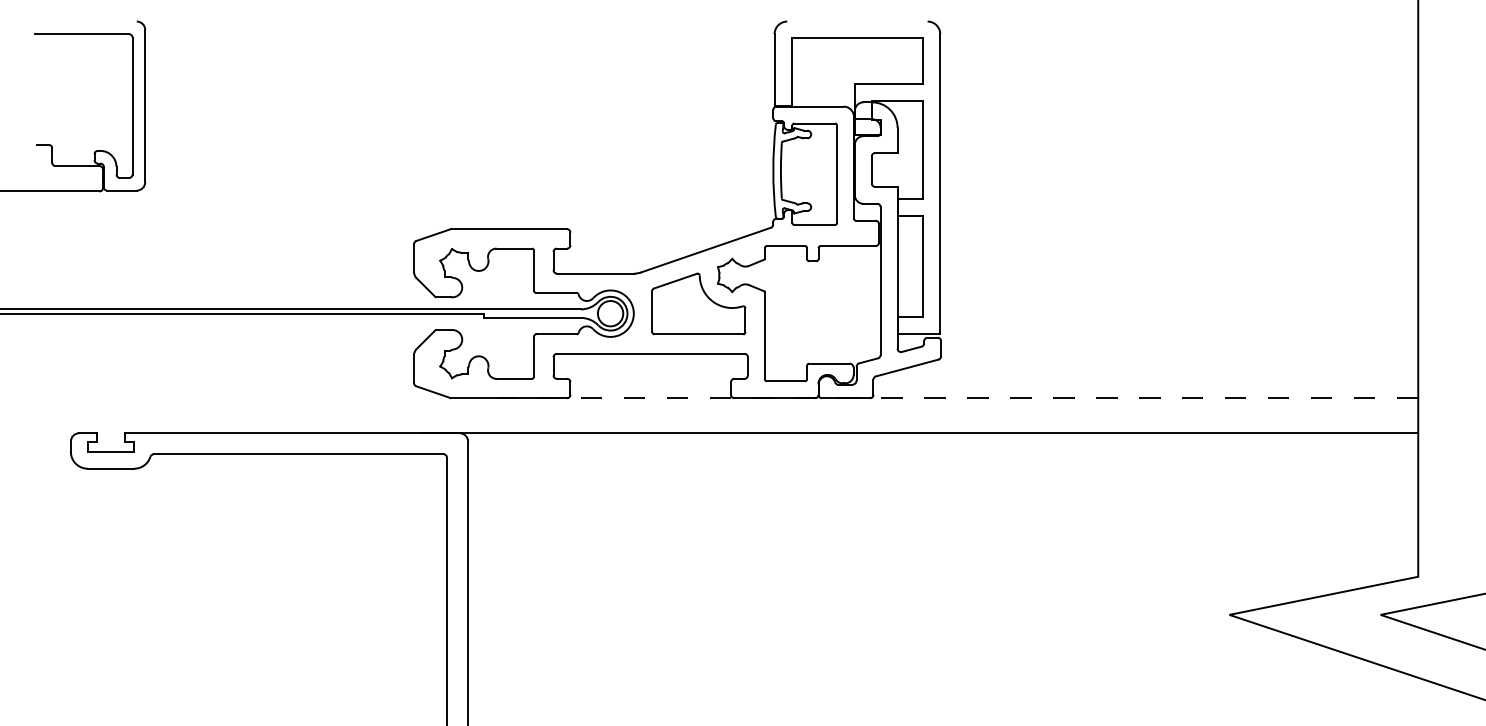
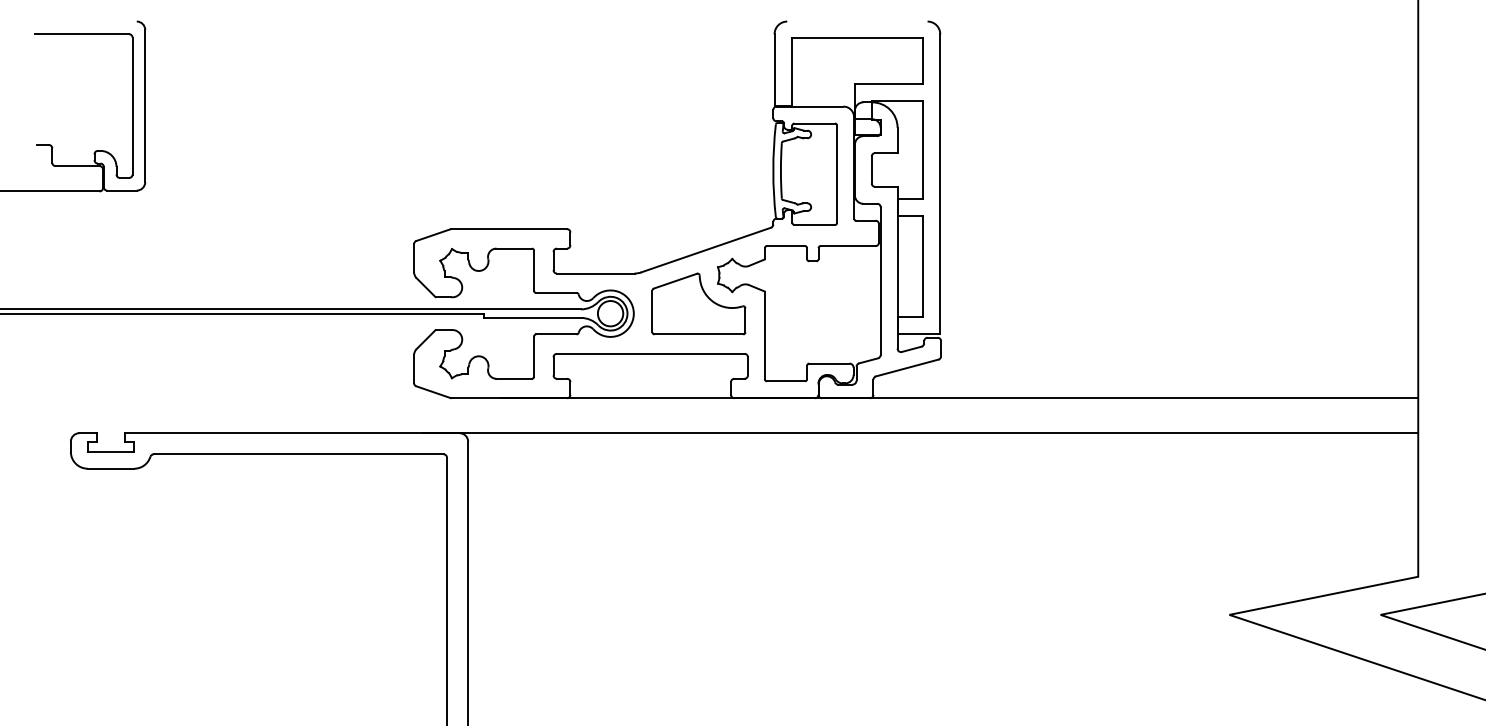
line at (958, 398): dashed -> solid
